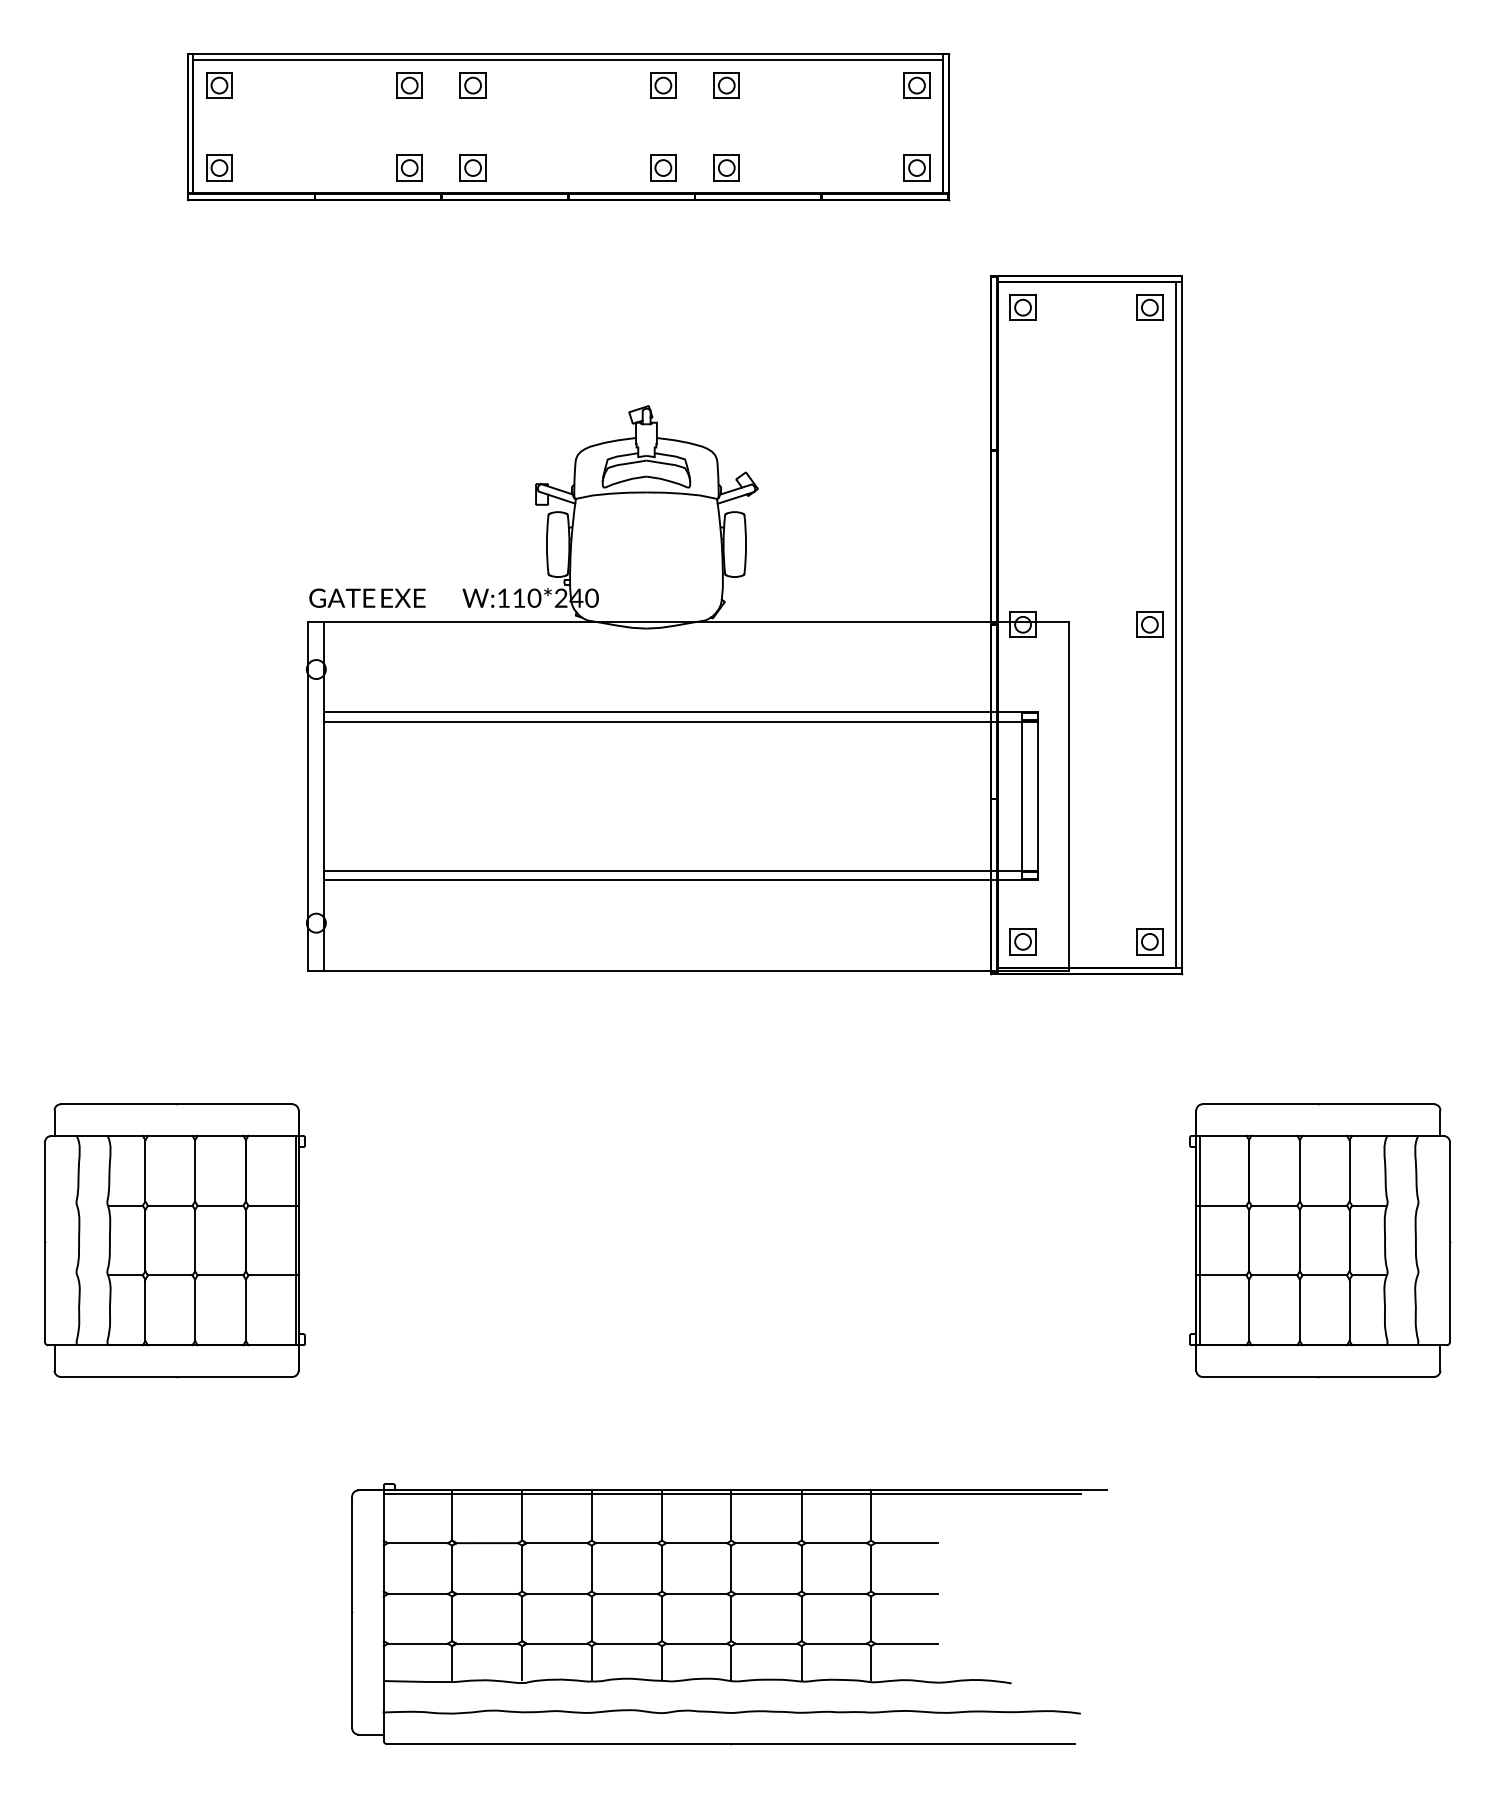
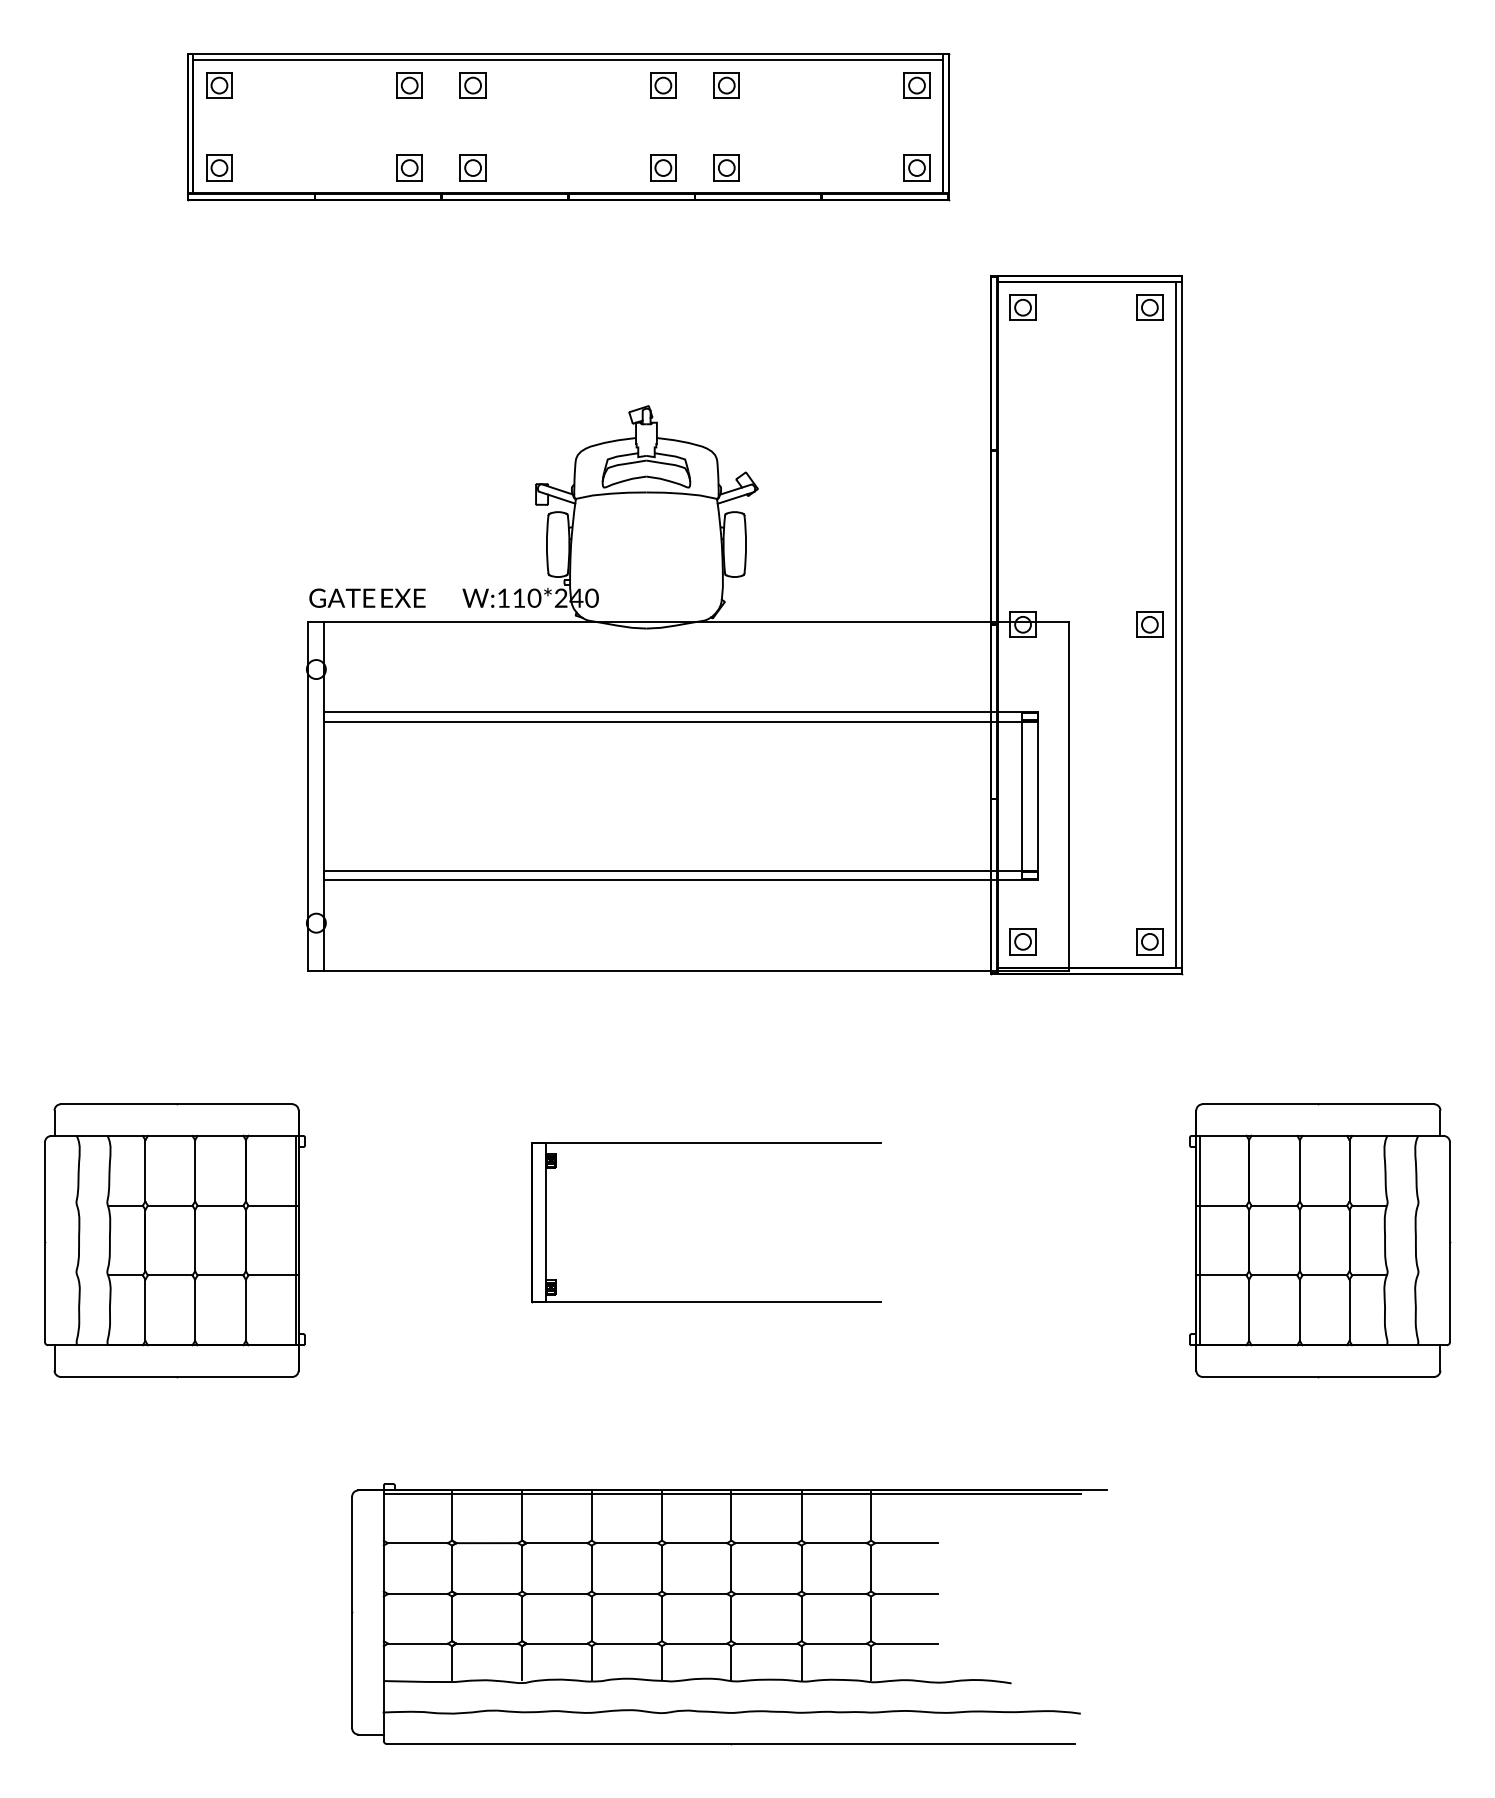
part at (706, 1143): none -> present
